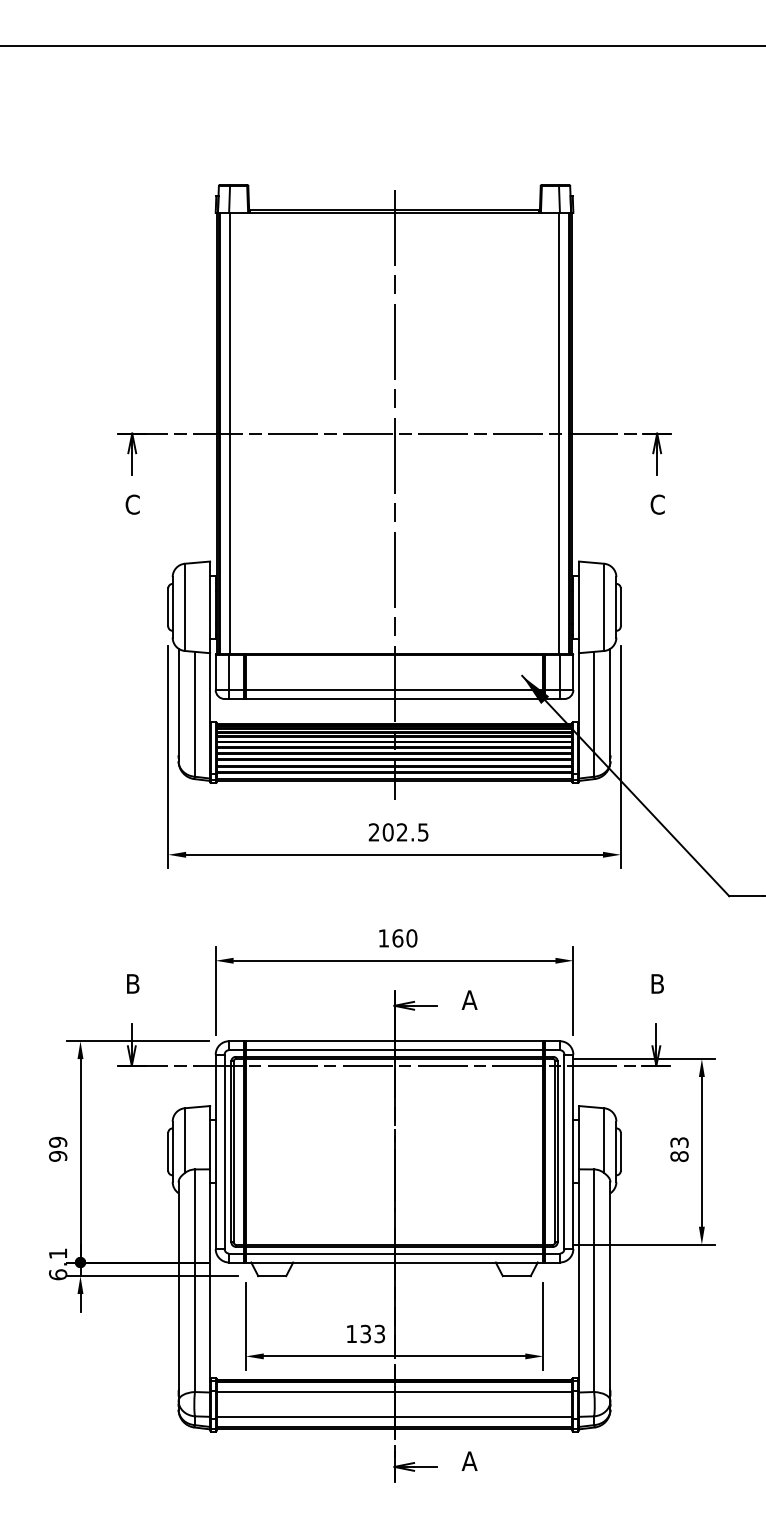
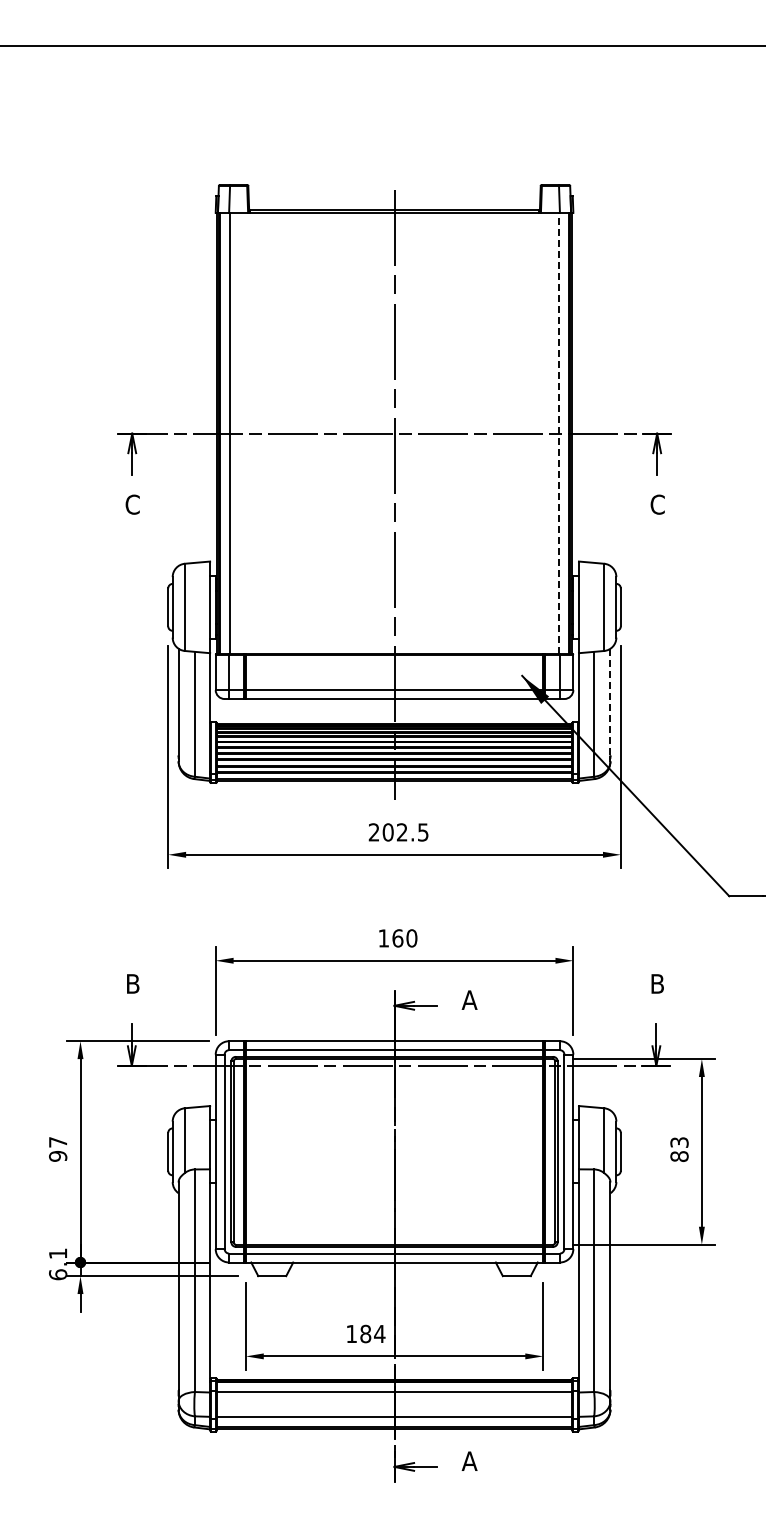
line at (559, 433): solid -> dashed
line at (610, 701): solid -> dashed
text at (58, 1141): 99 -> 97
text at (372, 1333): 133 -> 184
